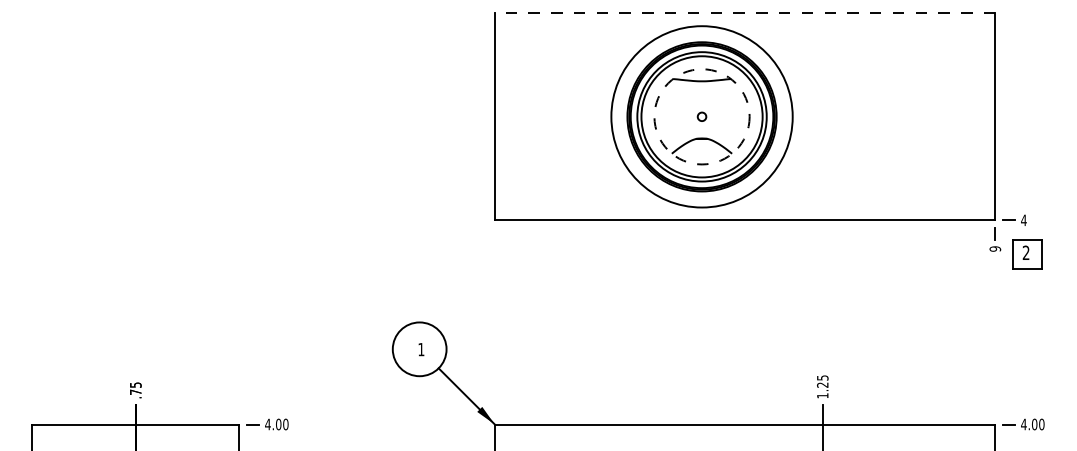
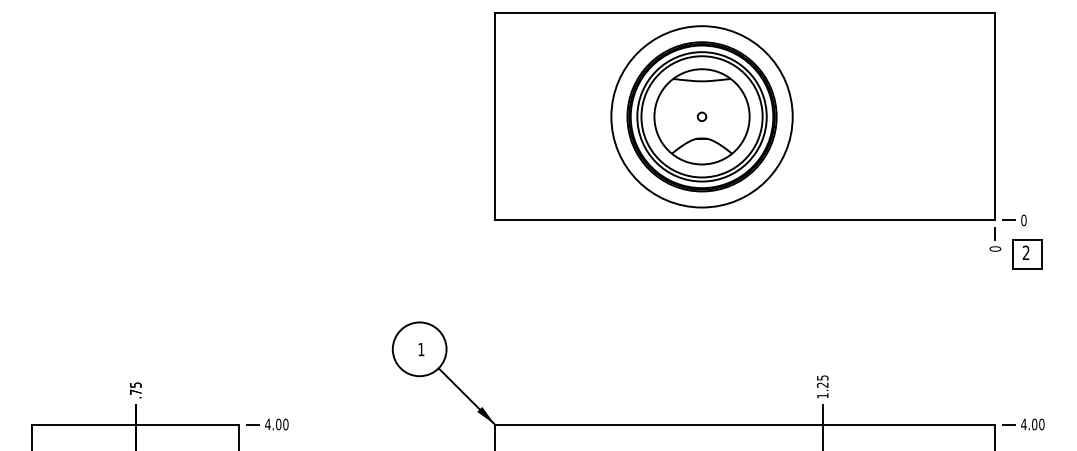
line at (744, 13): dashed -> solid
circle at (701, 116): dashed -> solid
text at (1023, 220): 4 -> 0
text at (995, 248): 9 -> 0
